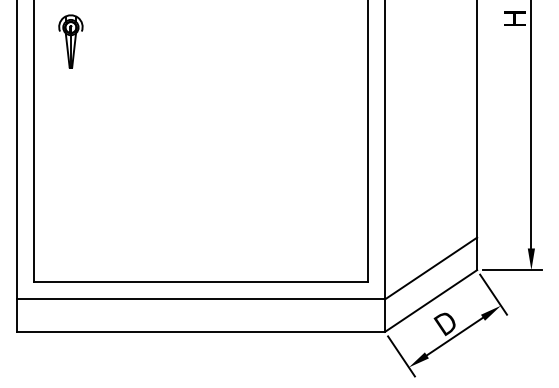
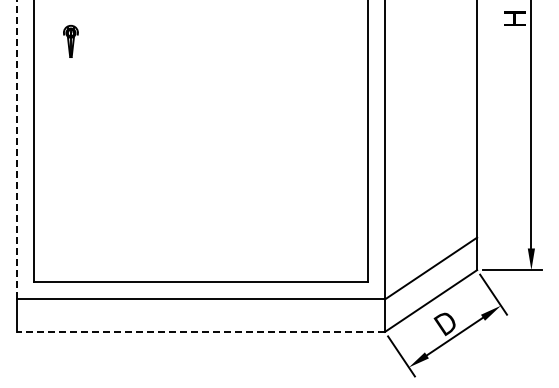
part at (70, 41) size: 26x55 px -> 16x34 px
line at (16, 149): solid -> dashed
line at (200, 331): solid -> dashed
